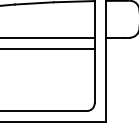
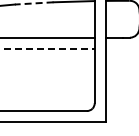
line at (33, 3): solid -> dashed
line at (48, 48): solid -> dashed
